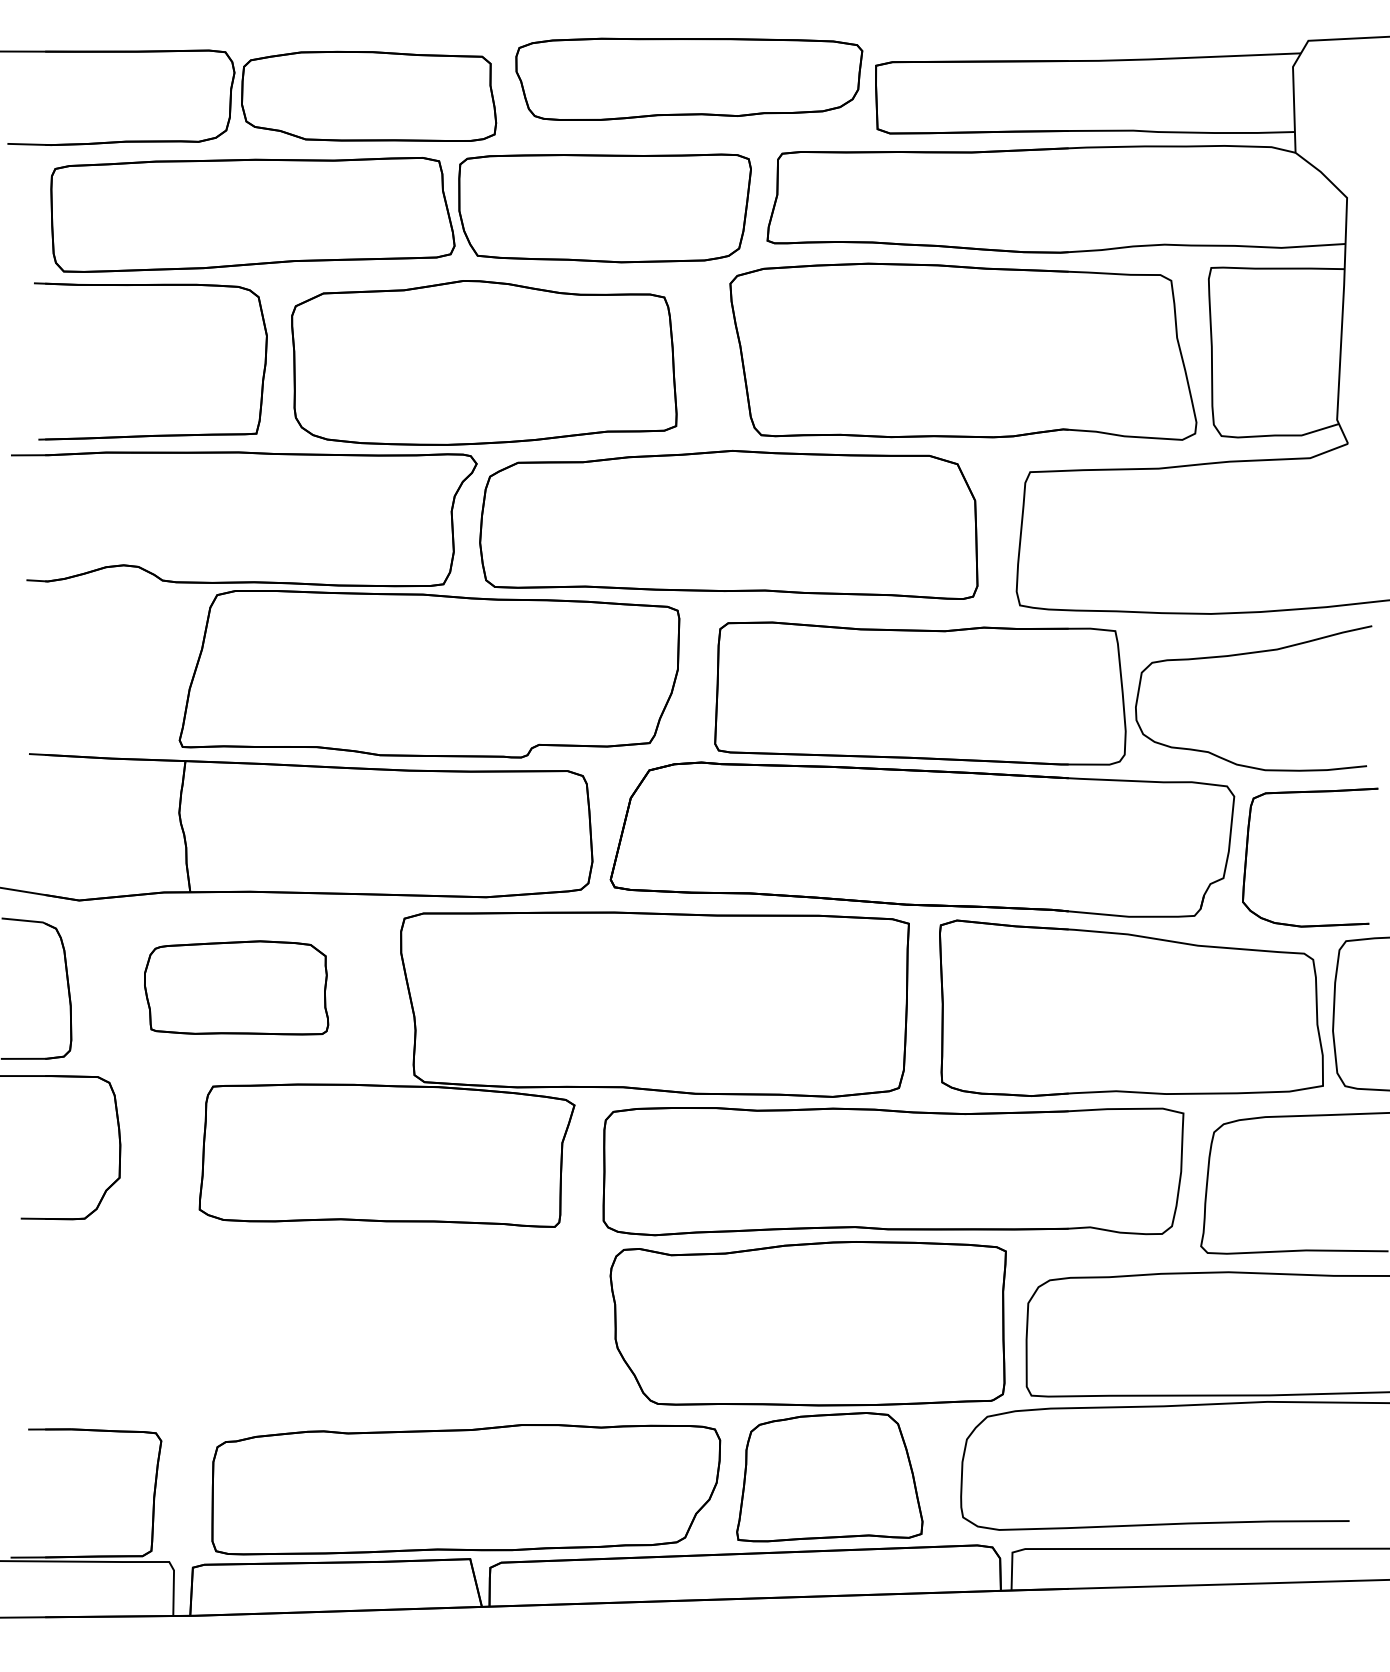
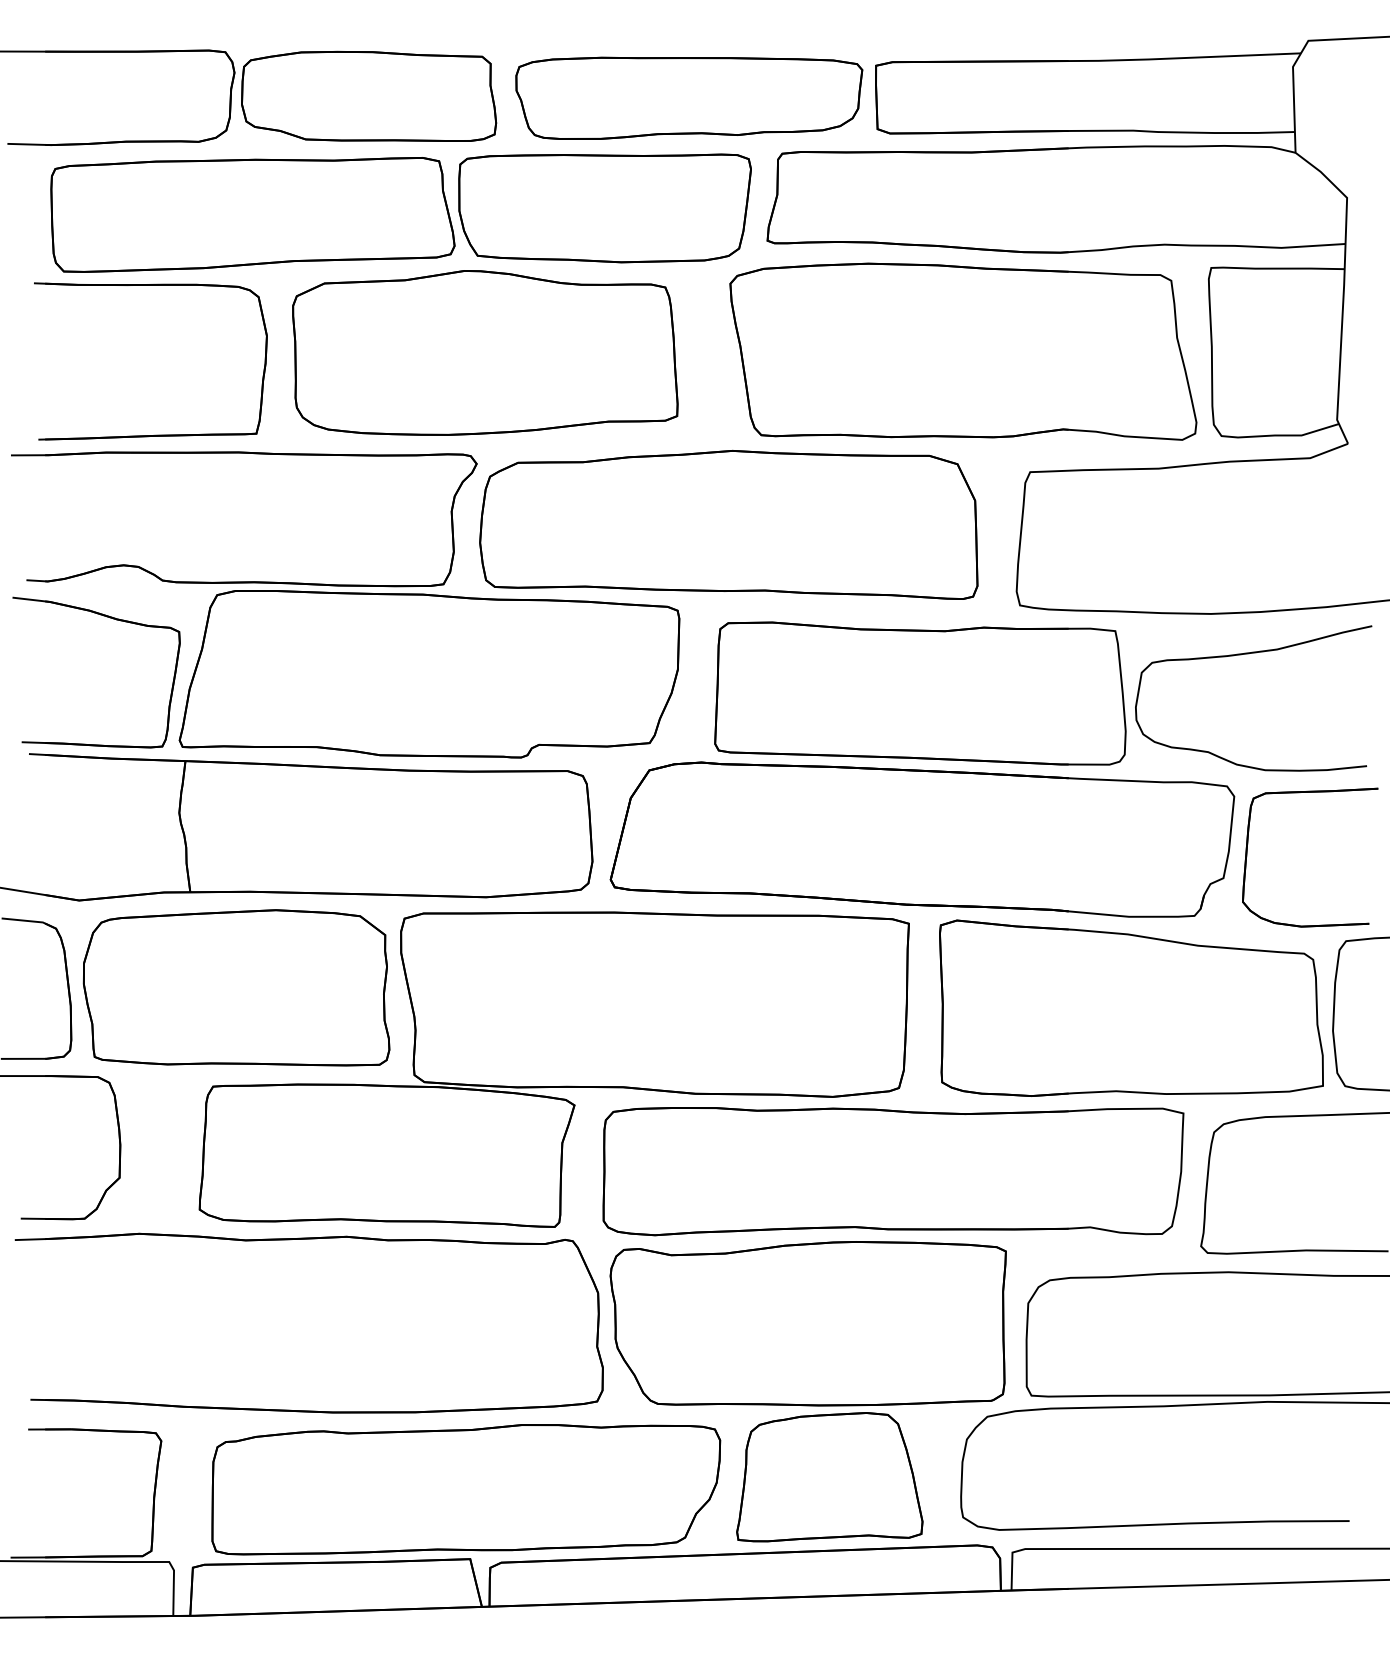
part at (689, 78) position: (689, 78) -> (689, 97)
part at (484, 362) position: (484, 362) -> (485, 352)
part at (113, 619): none -> present
part at (236, 987) size: 186x96 px -> 309x158 px
part at (308, 1239): none -> present
